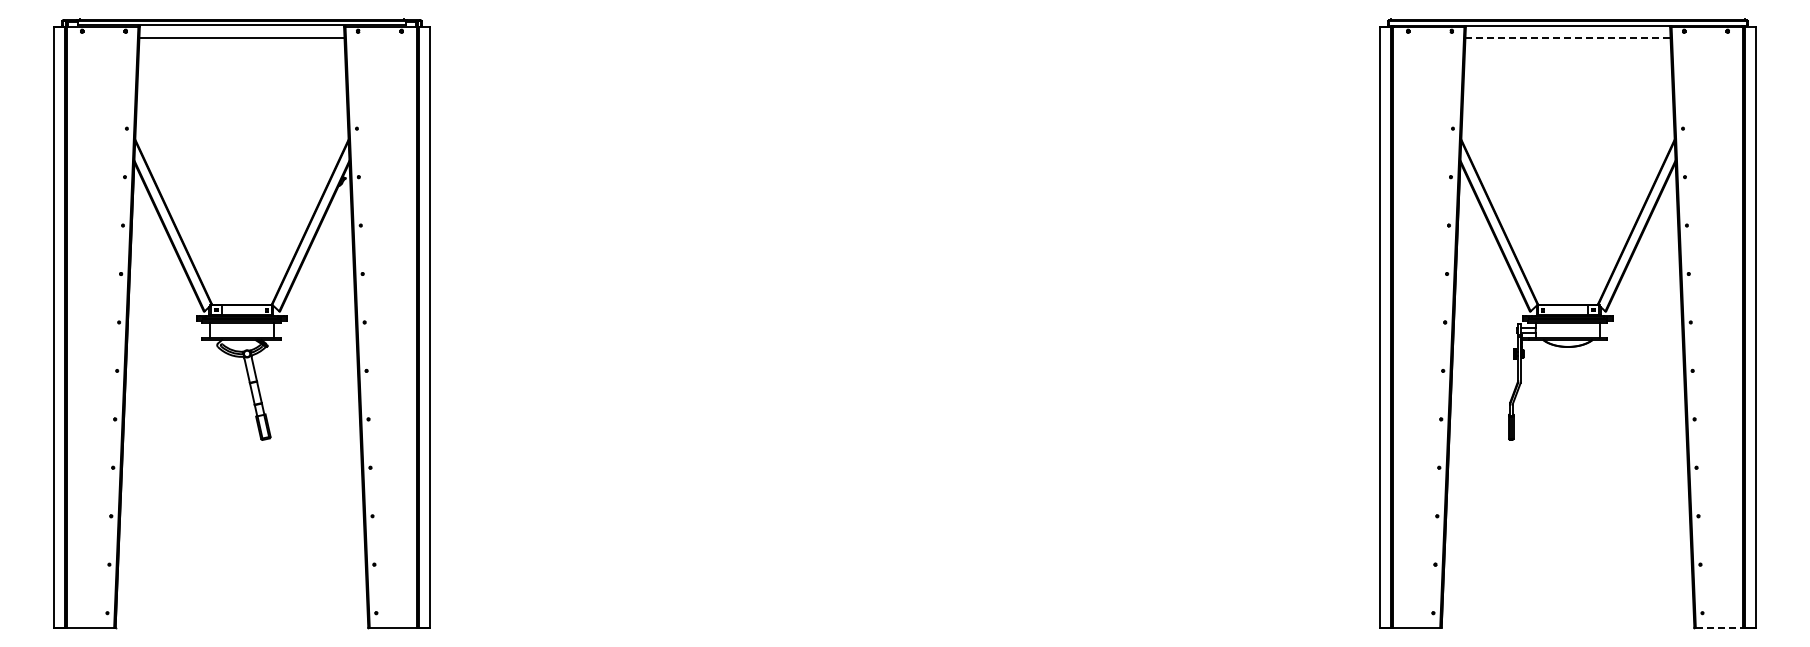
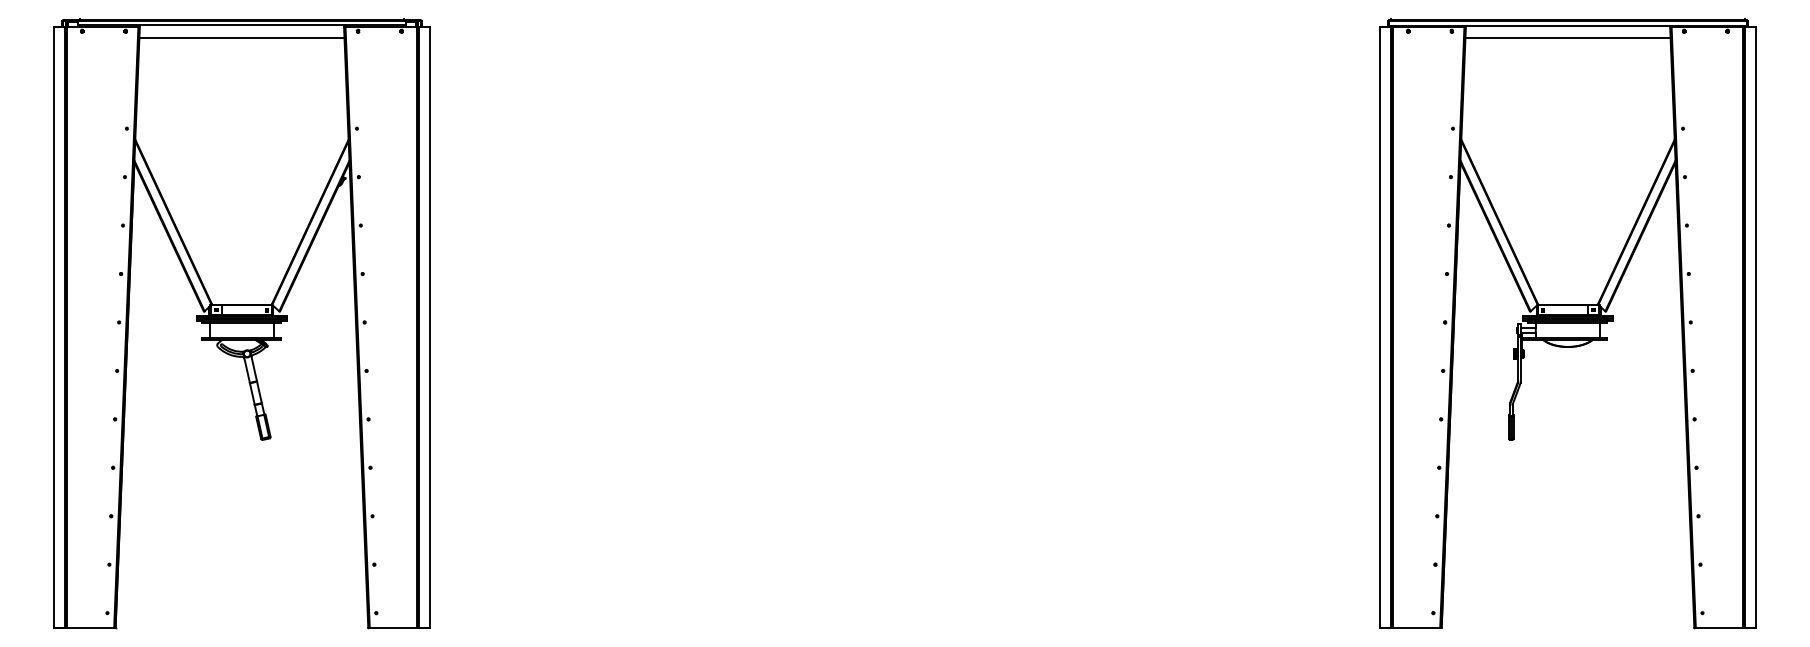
line at (1568, 38): dashed -> solid
line at (1719, 627): dashed -> solid
